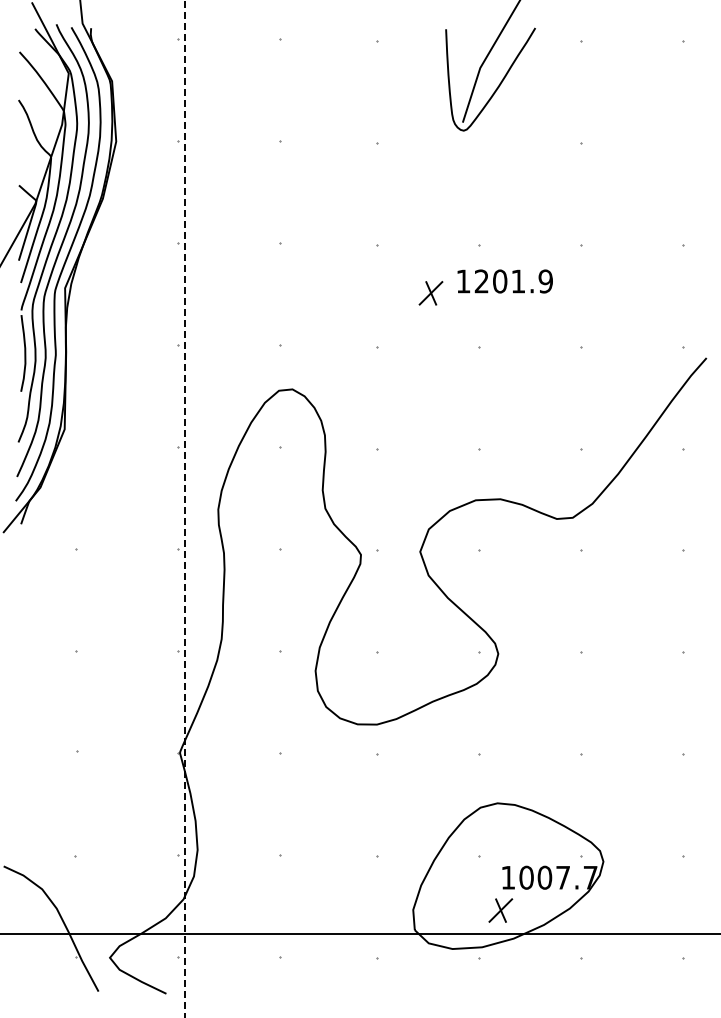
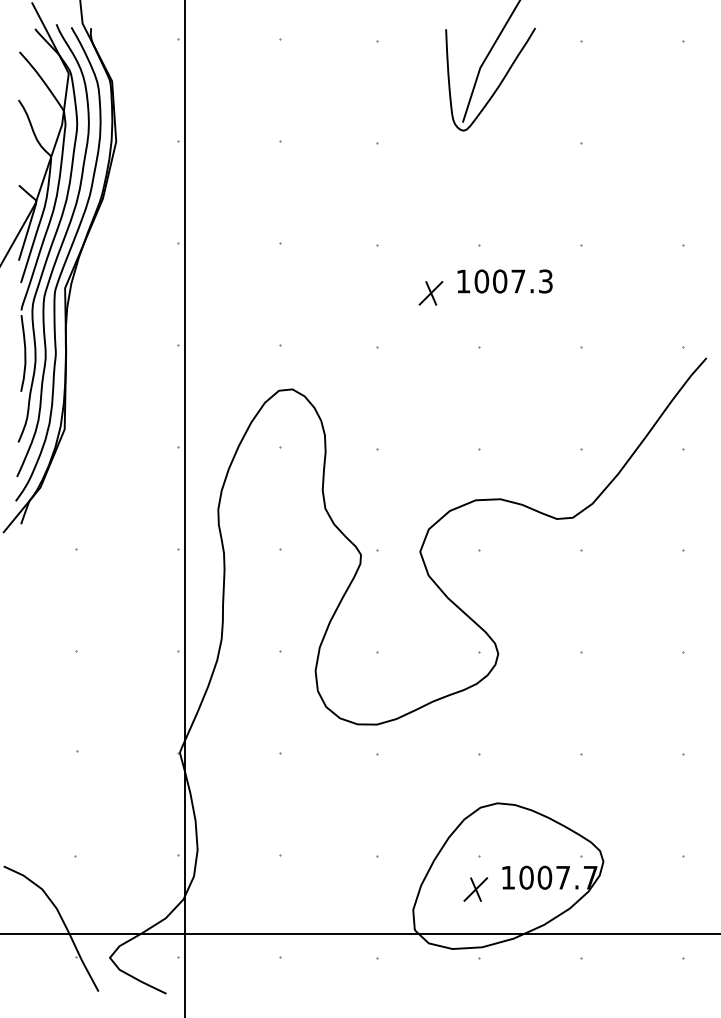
text at (513, 281): 1201.9 -> 1007.3
line at (184, 509): dashed -> solid
part at (500, 910) position: (500, 910) -> (475, 889)
